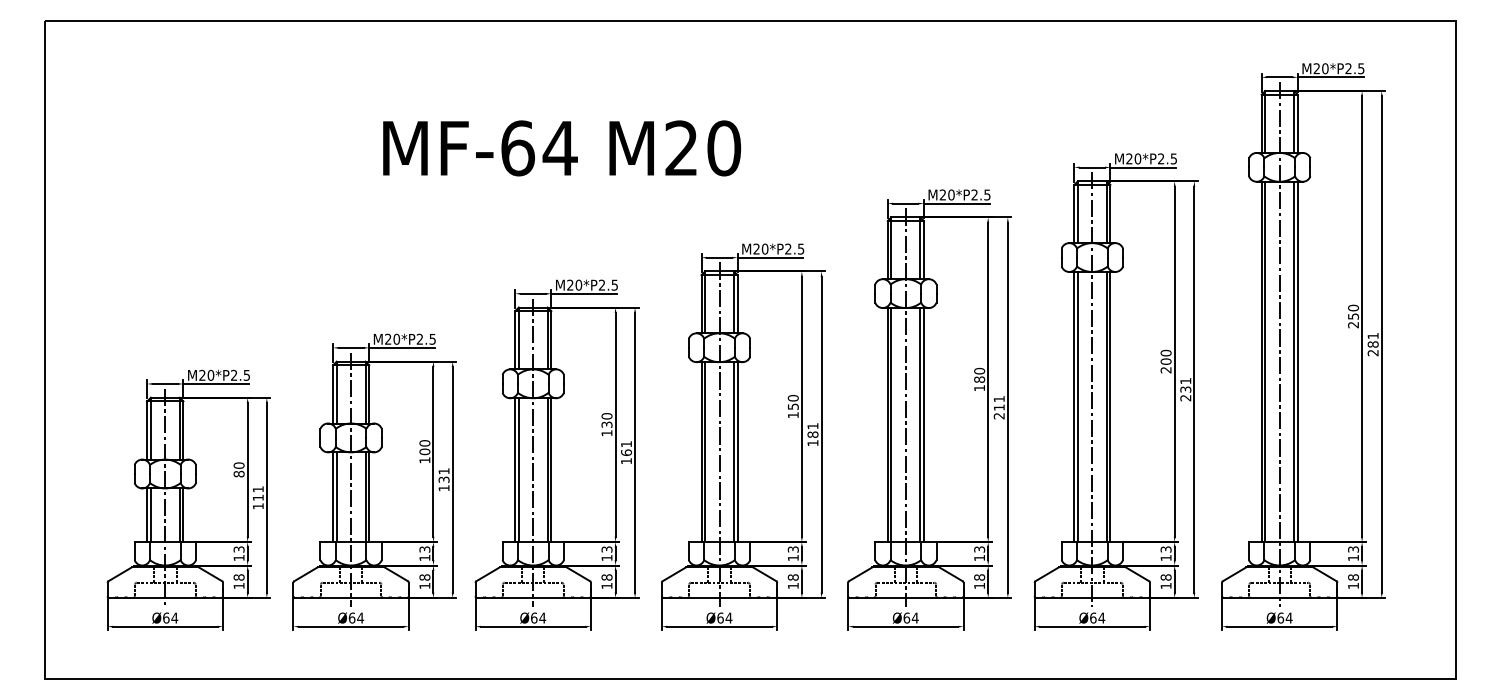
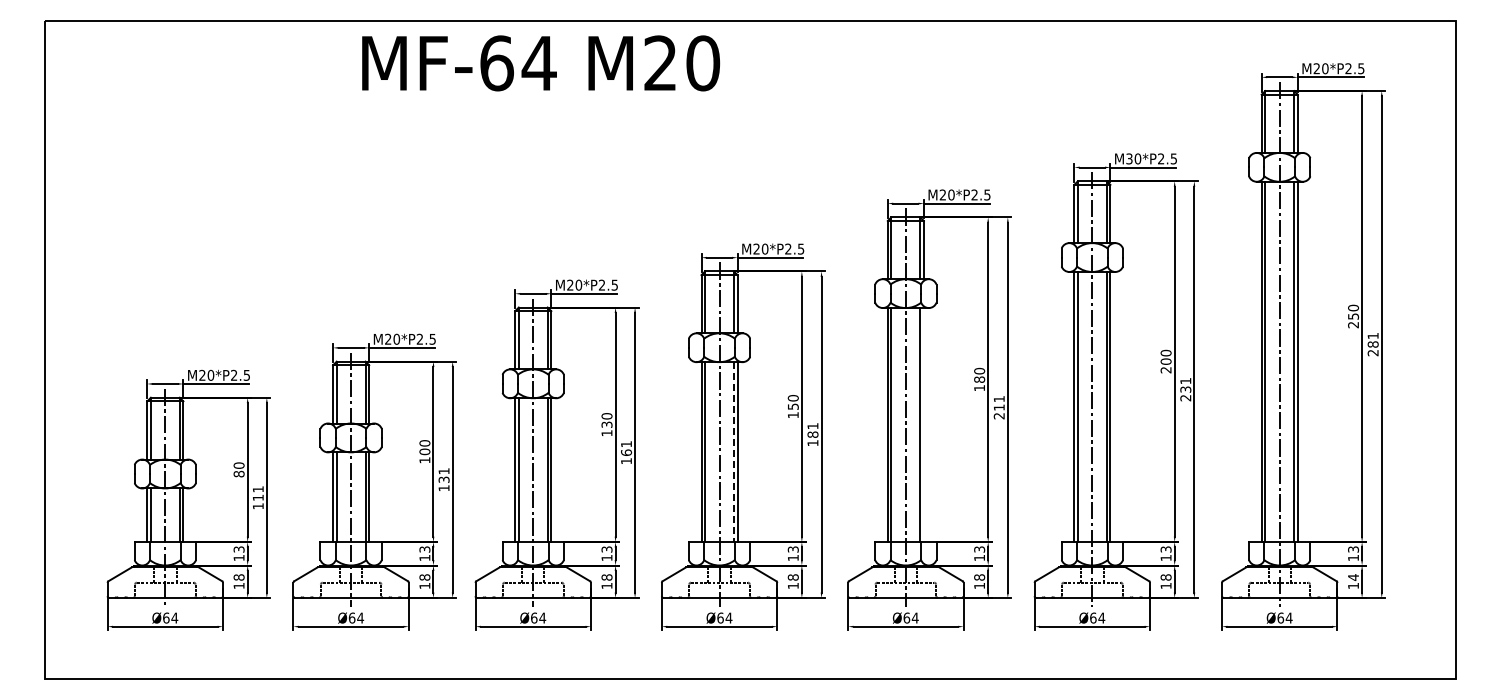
text at (562, 148) position: (562, 148) -> (541, 63)
text at (1129, 159): M20*P2.5 -> M30*P2.5
line at (923, 425): present -> none
line at (733, 452): solid -> dashed
text at (1353, 577): 18 -> 14
